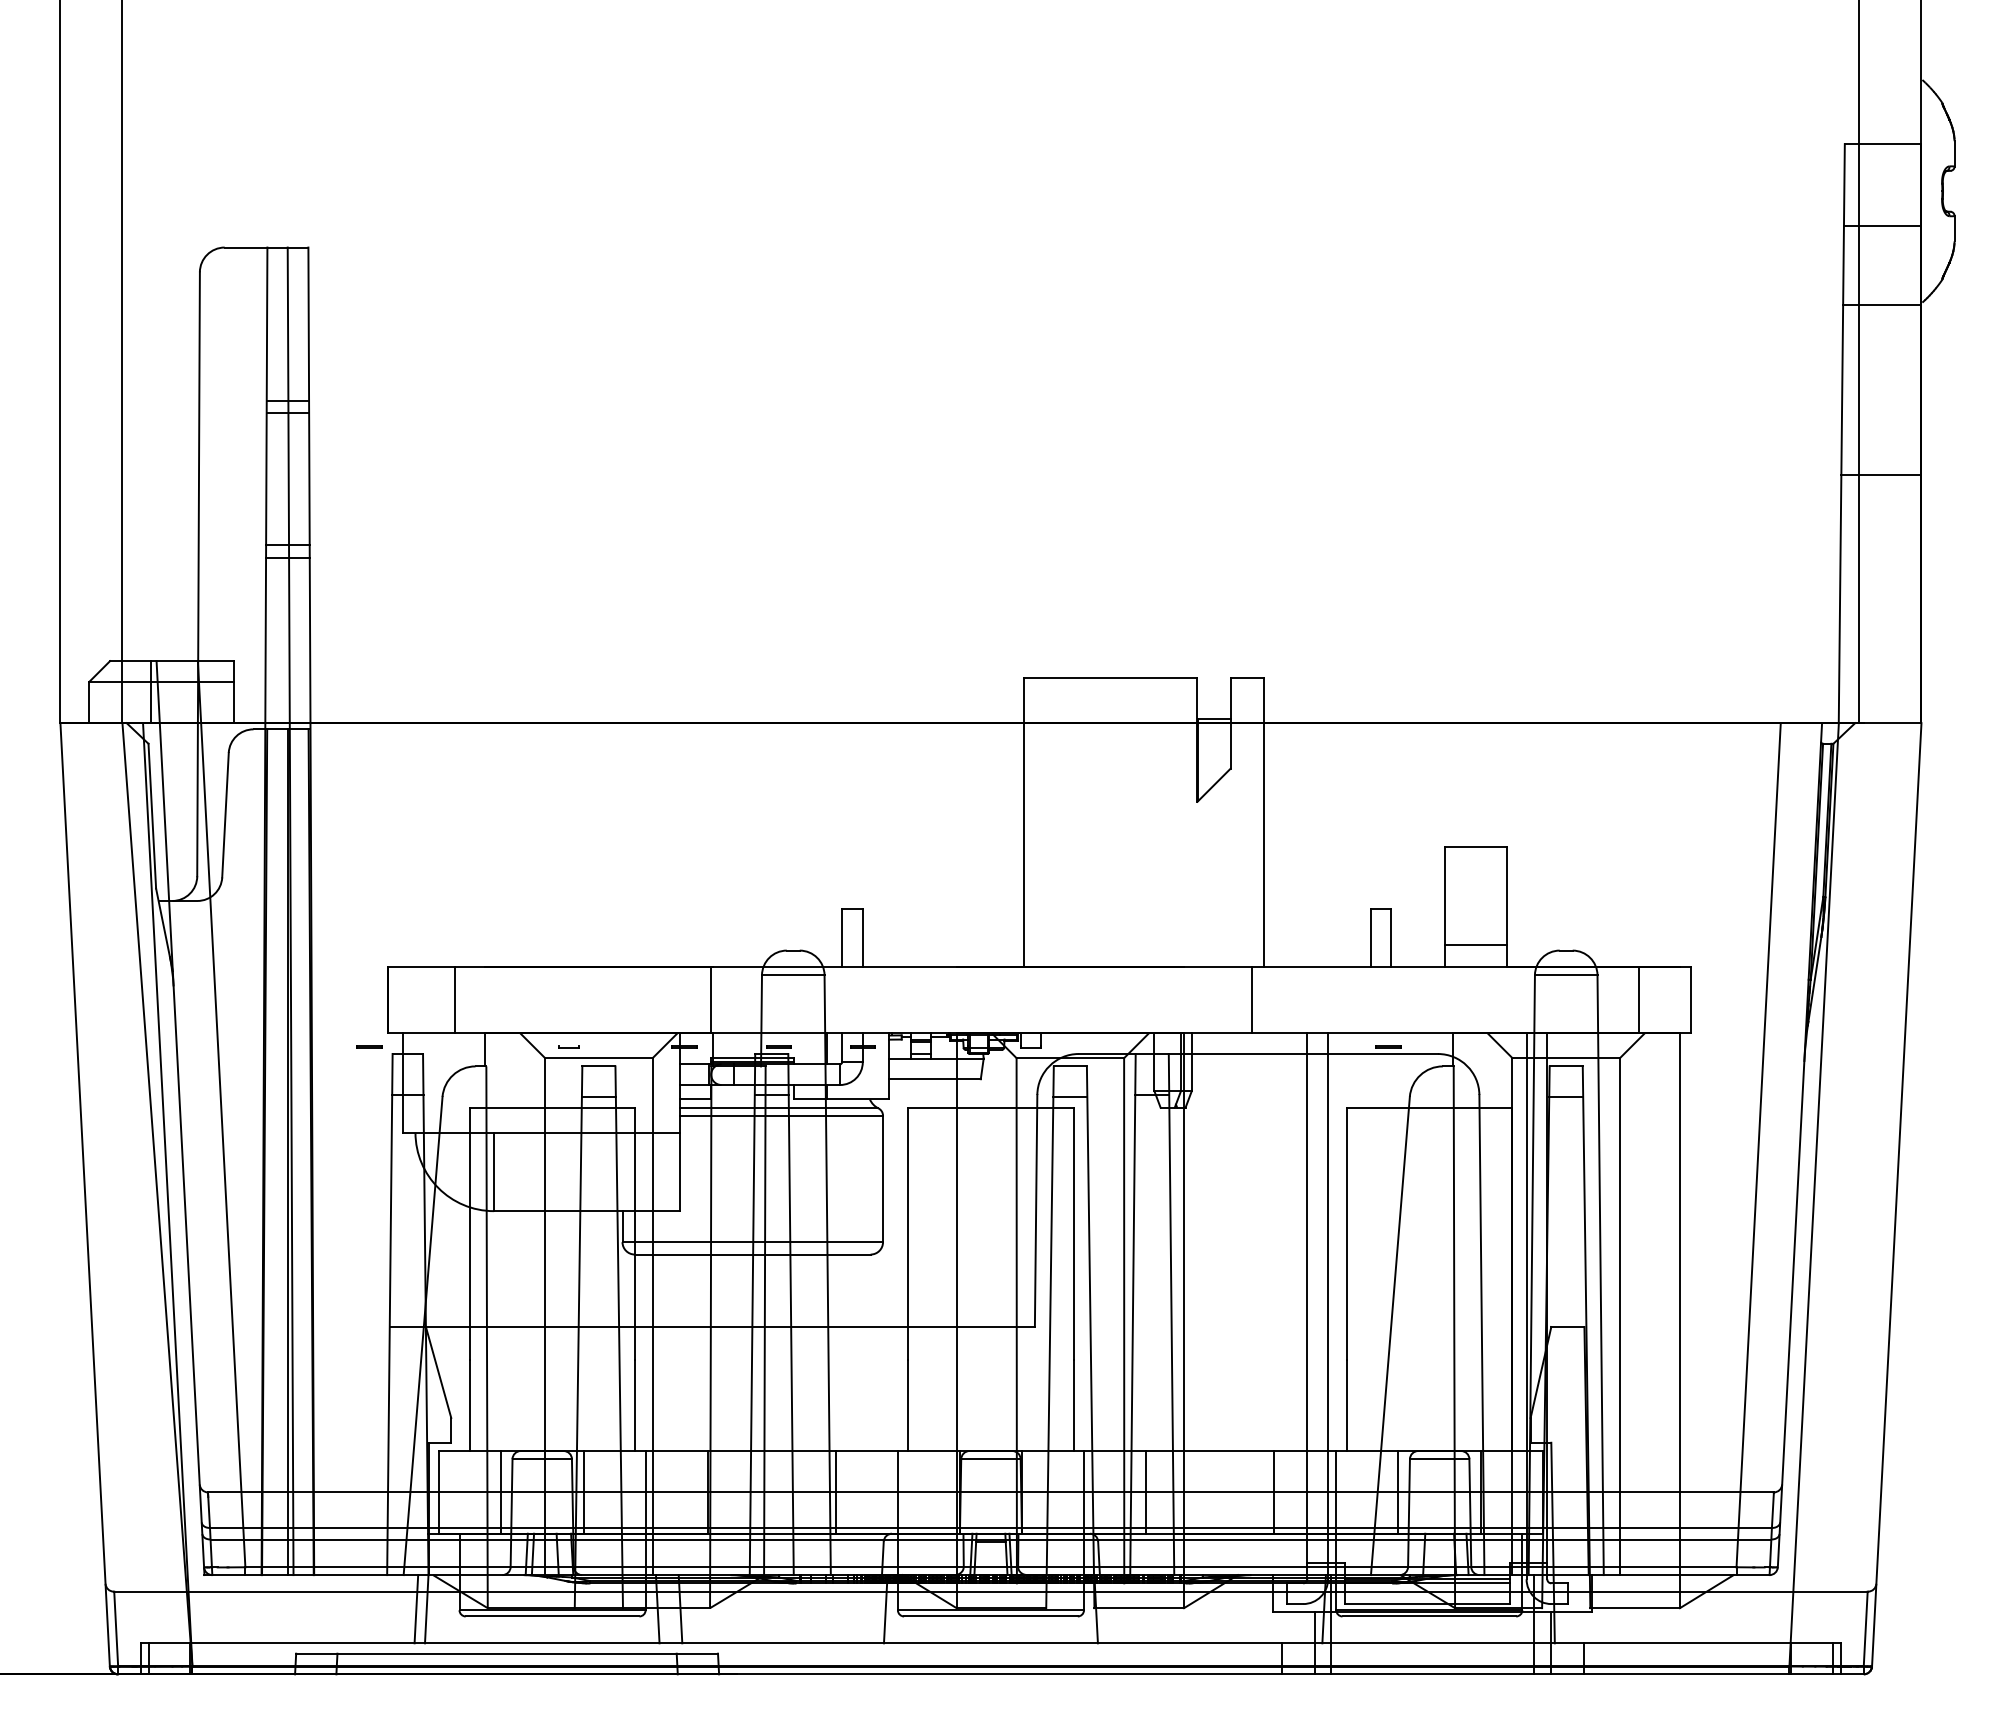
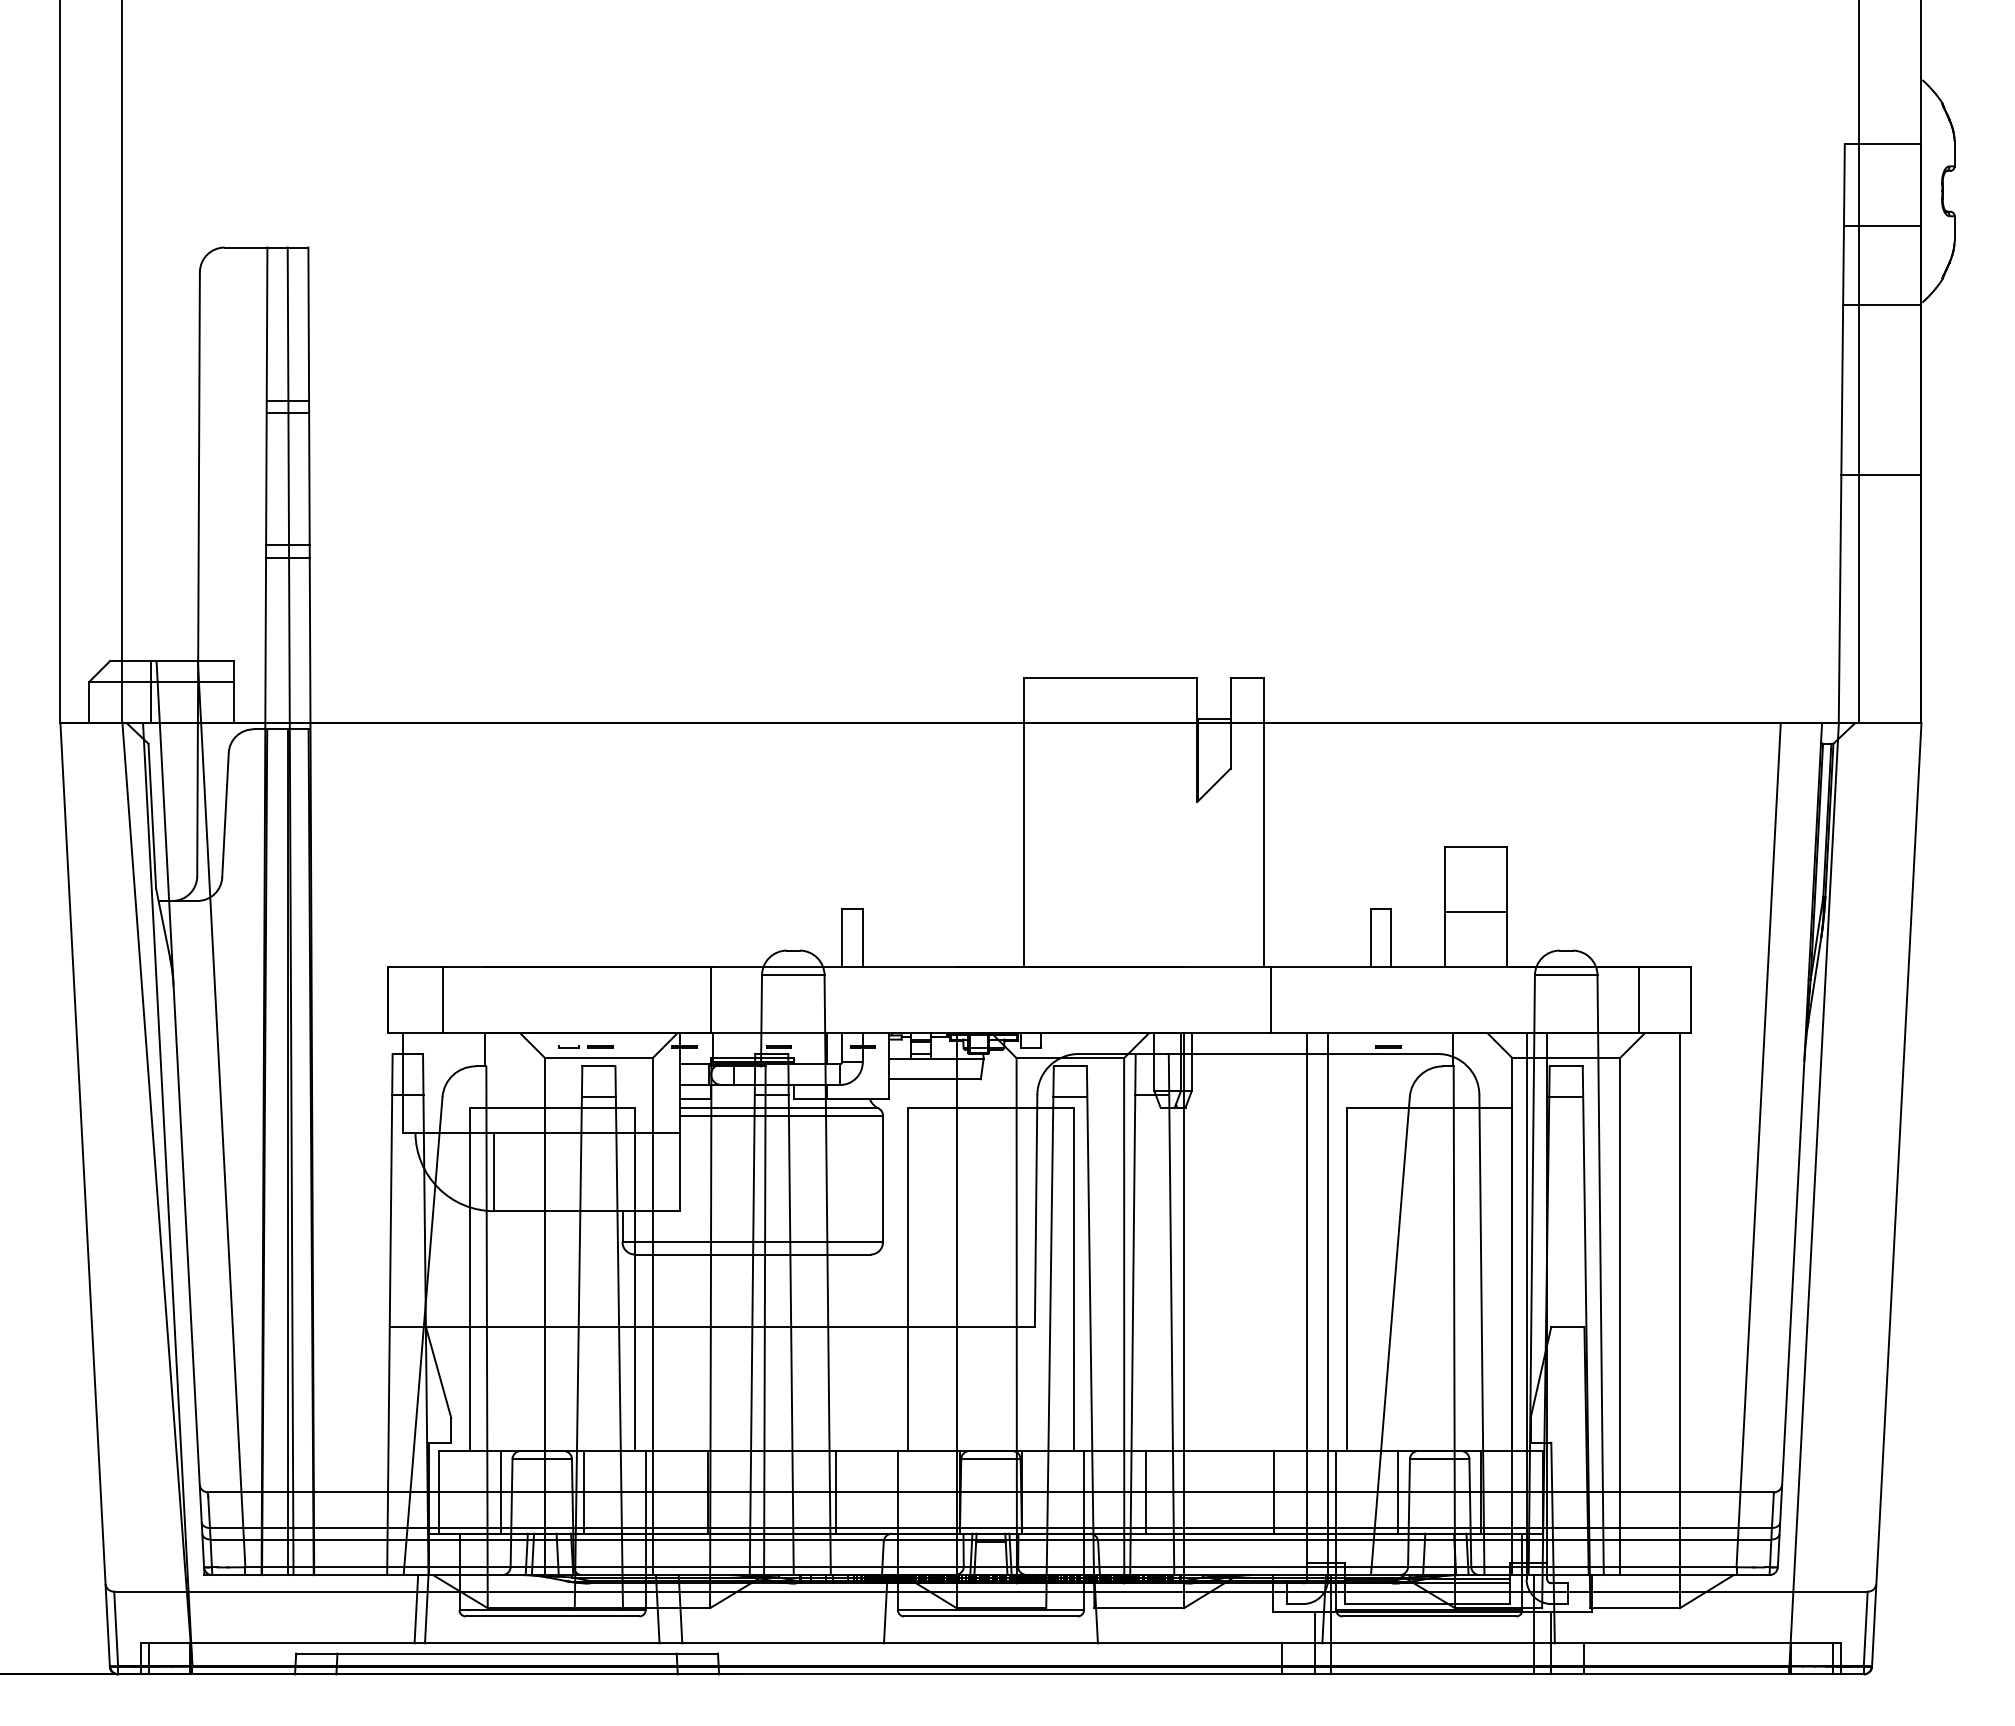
line at (1476, 944) position: (1476, 944) -> (1476, 911)
line at (454, 1000) position: (454, 1000) -> (442, 1000)
line at (1251, 1000) position: (1251, 1000) -> (1270, 1000)
line at (369, 1046) position: (369, 1046) -> (600, 1046)
